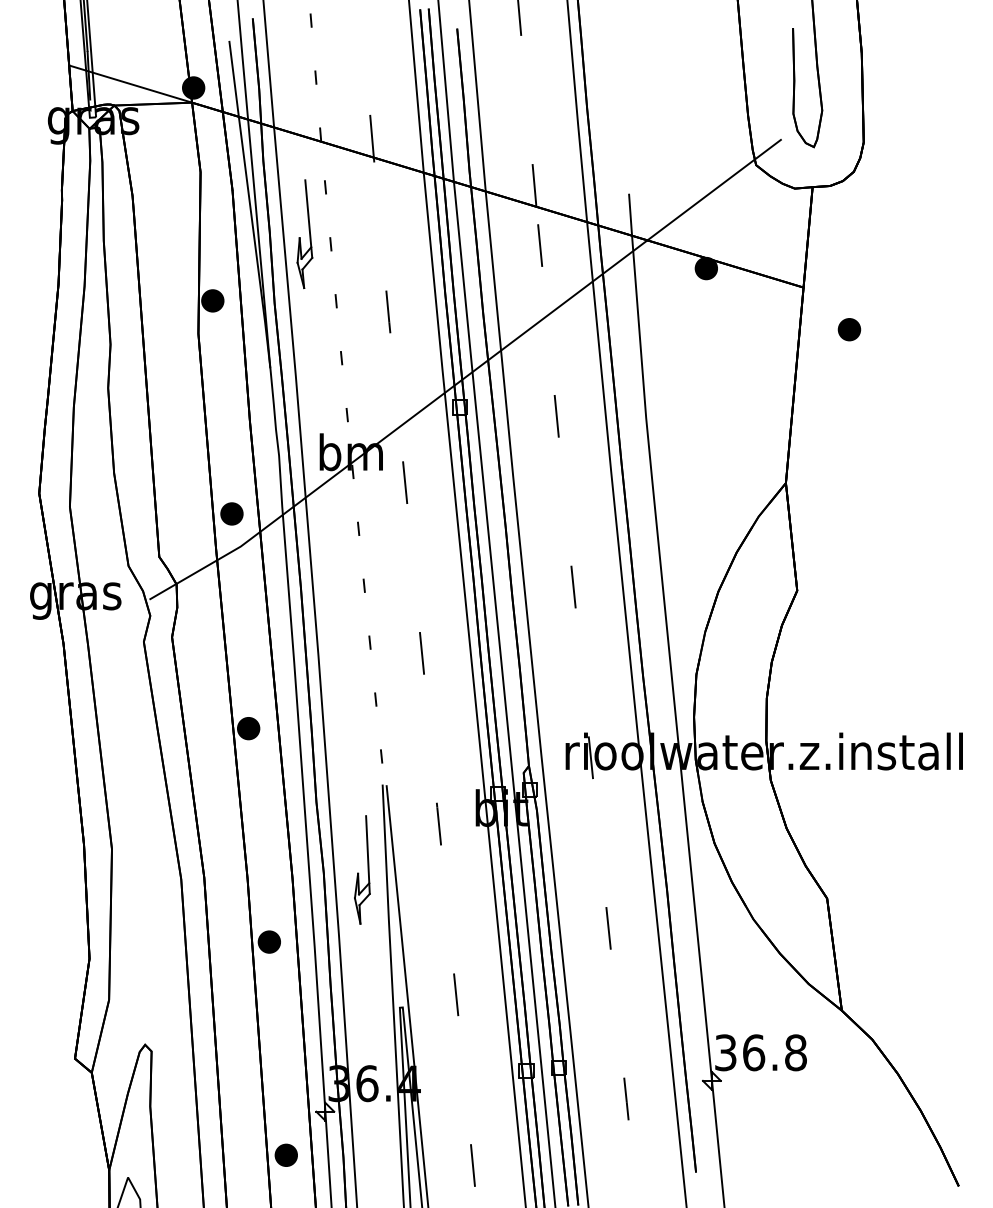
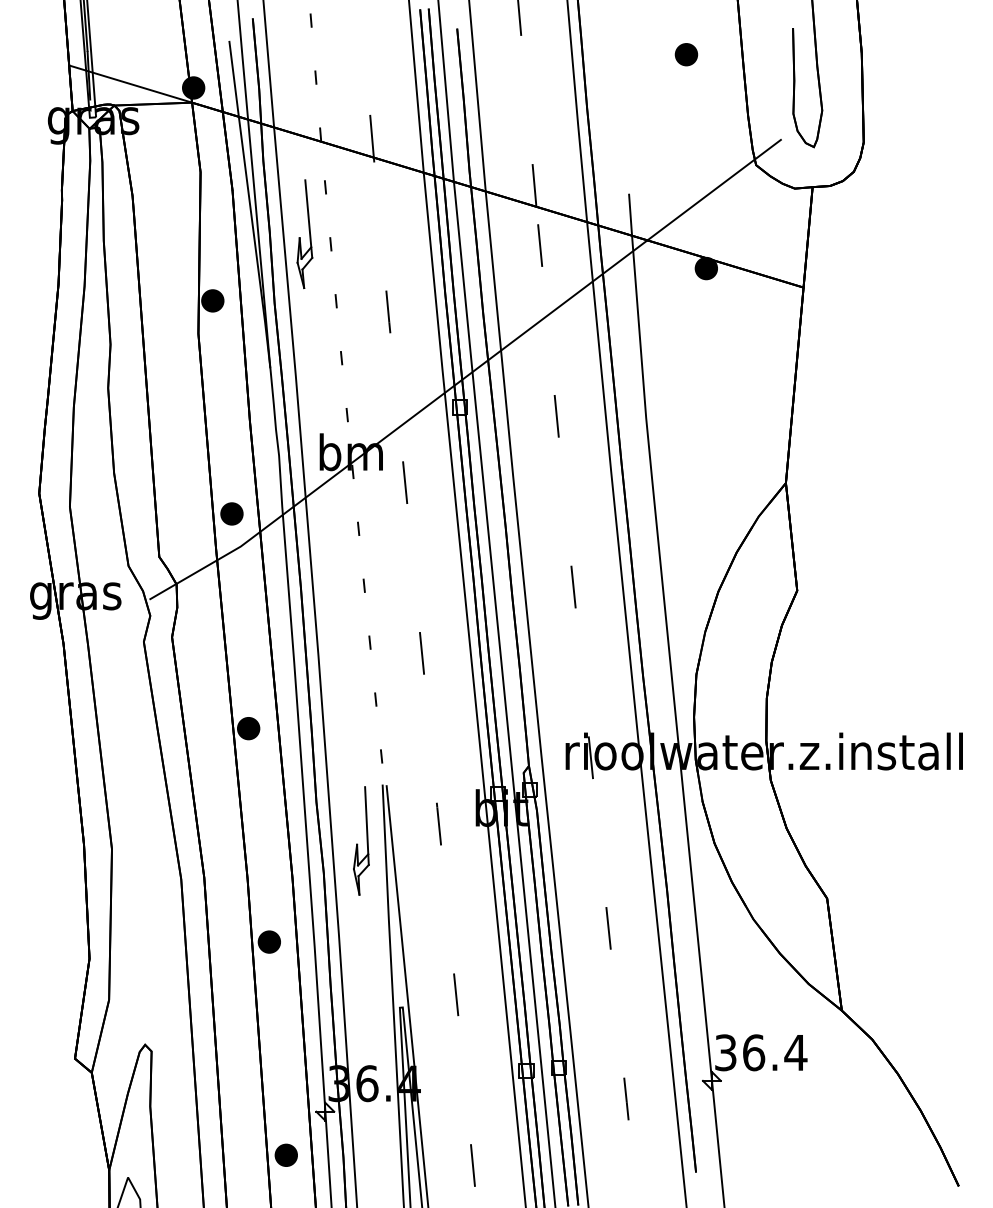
part at (849, 329) position: (849, 329) -> (686, 54)
part at (362, 869) position: (362, 869) -> (361, 840)
text at (795, 1052): 36.8 -> 36.4
